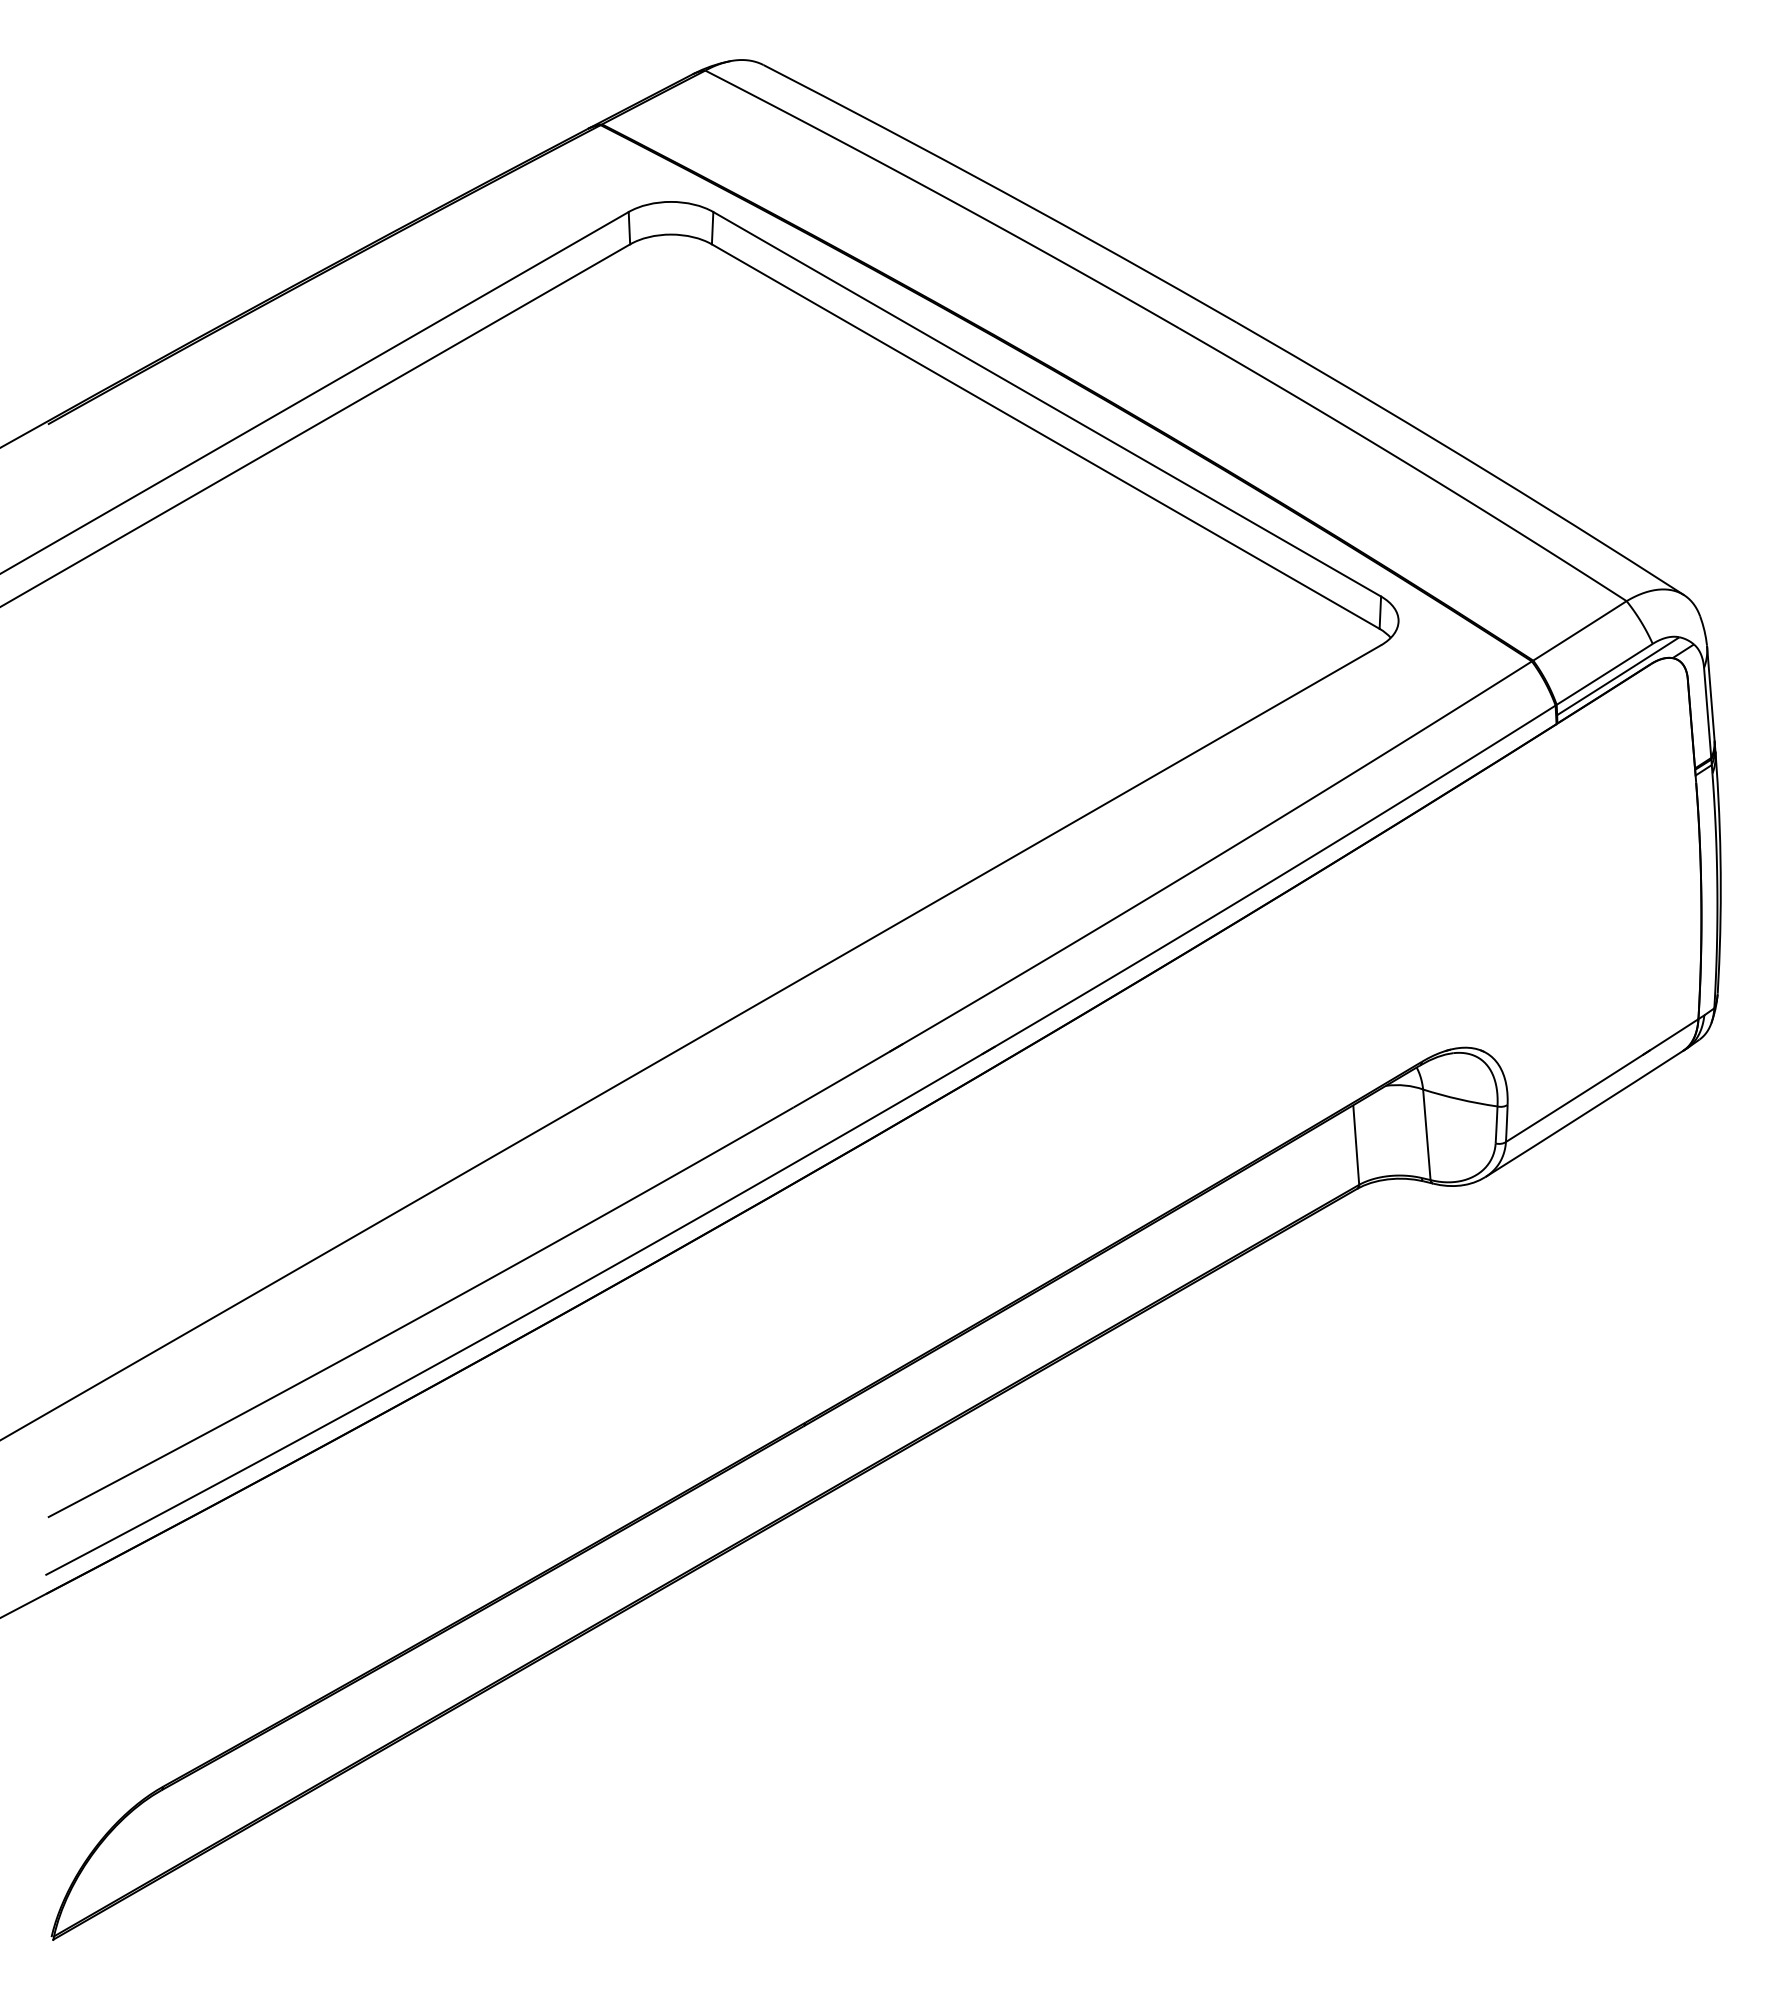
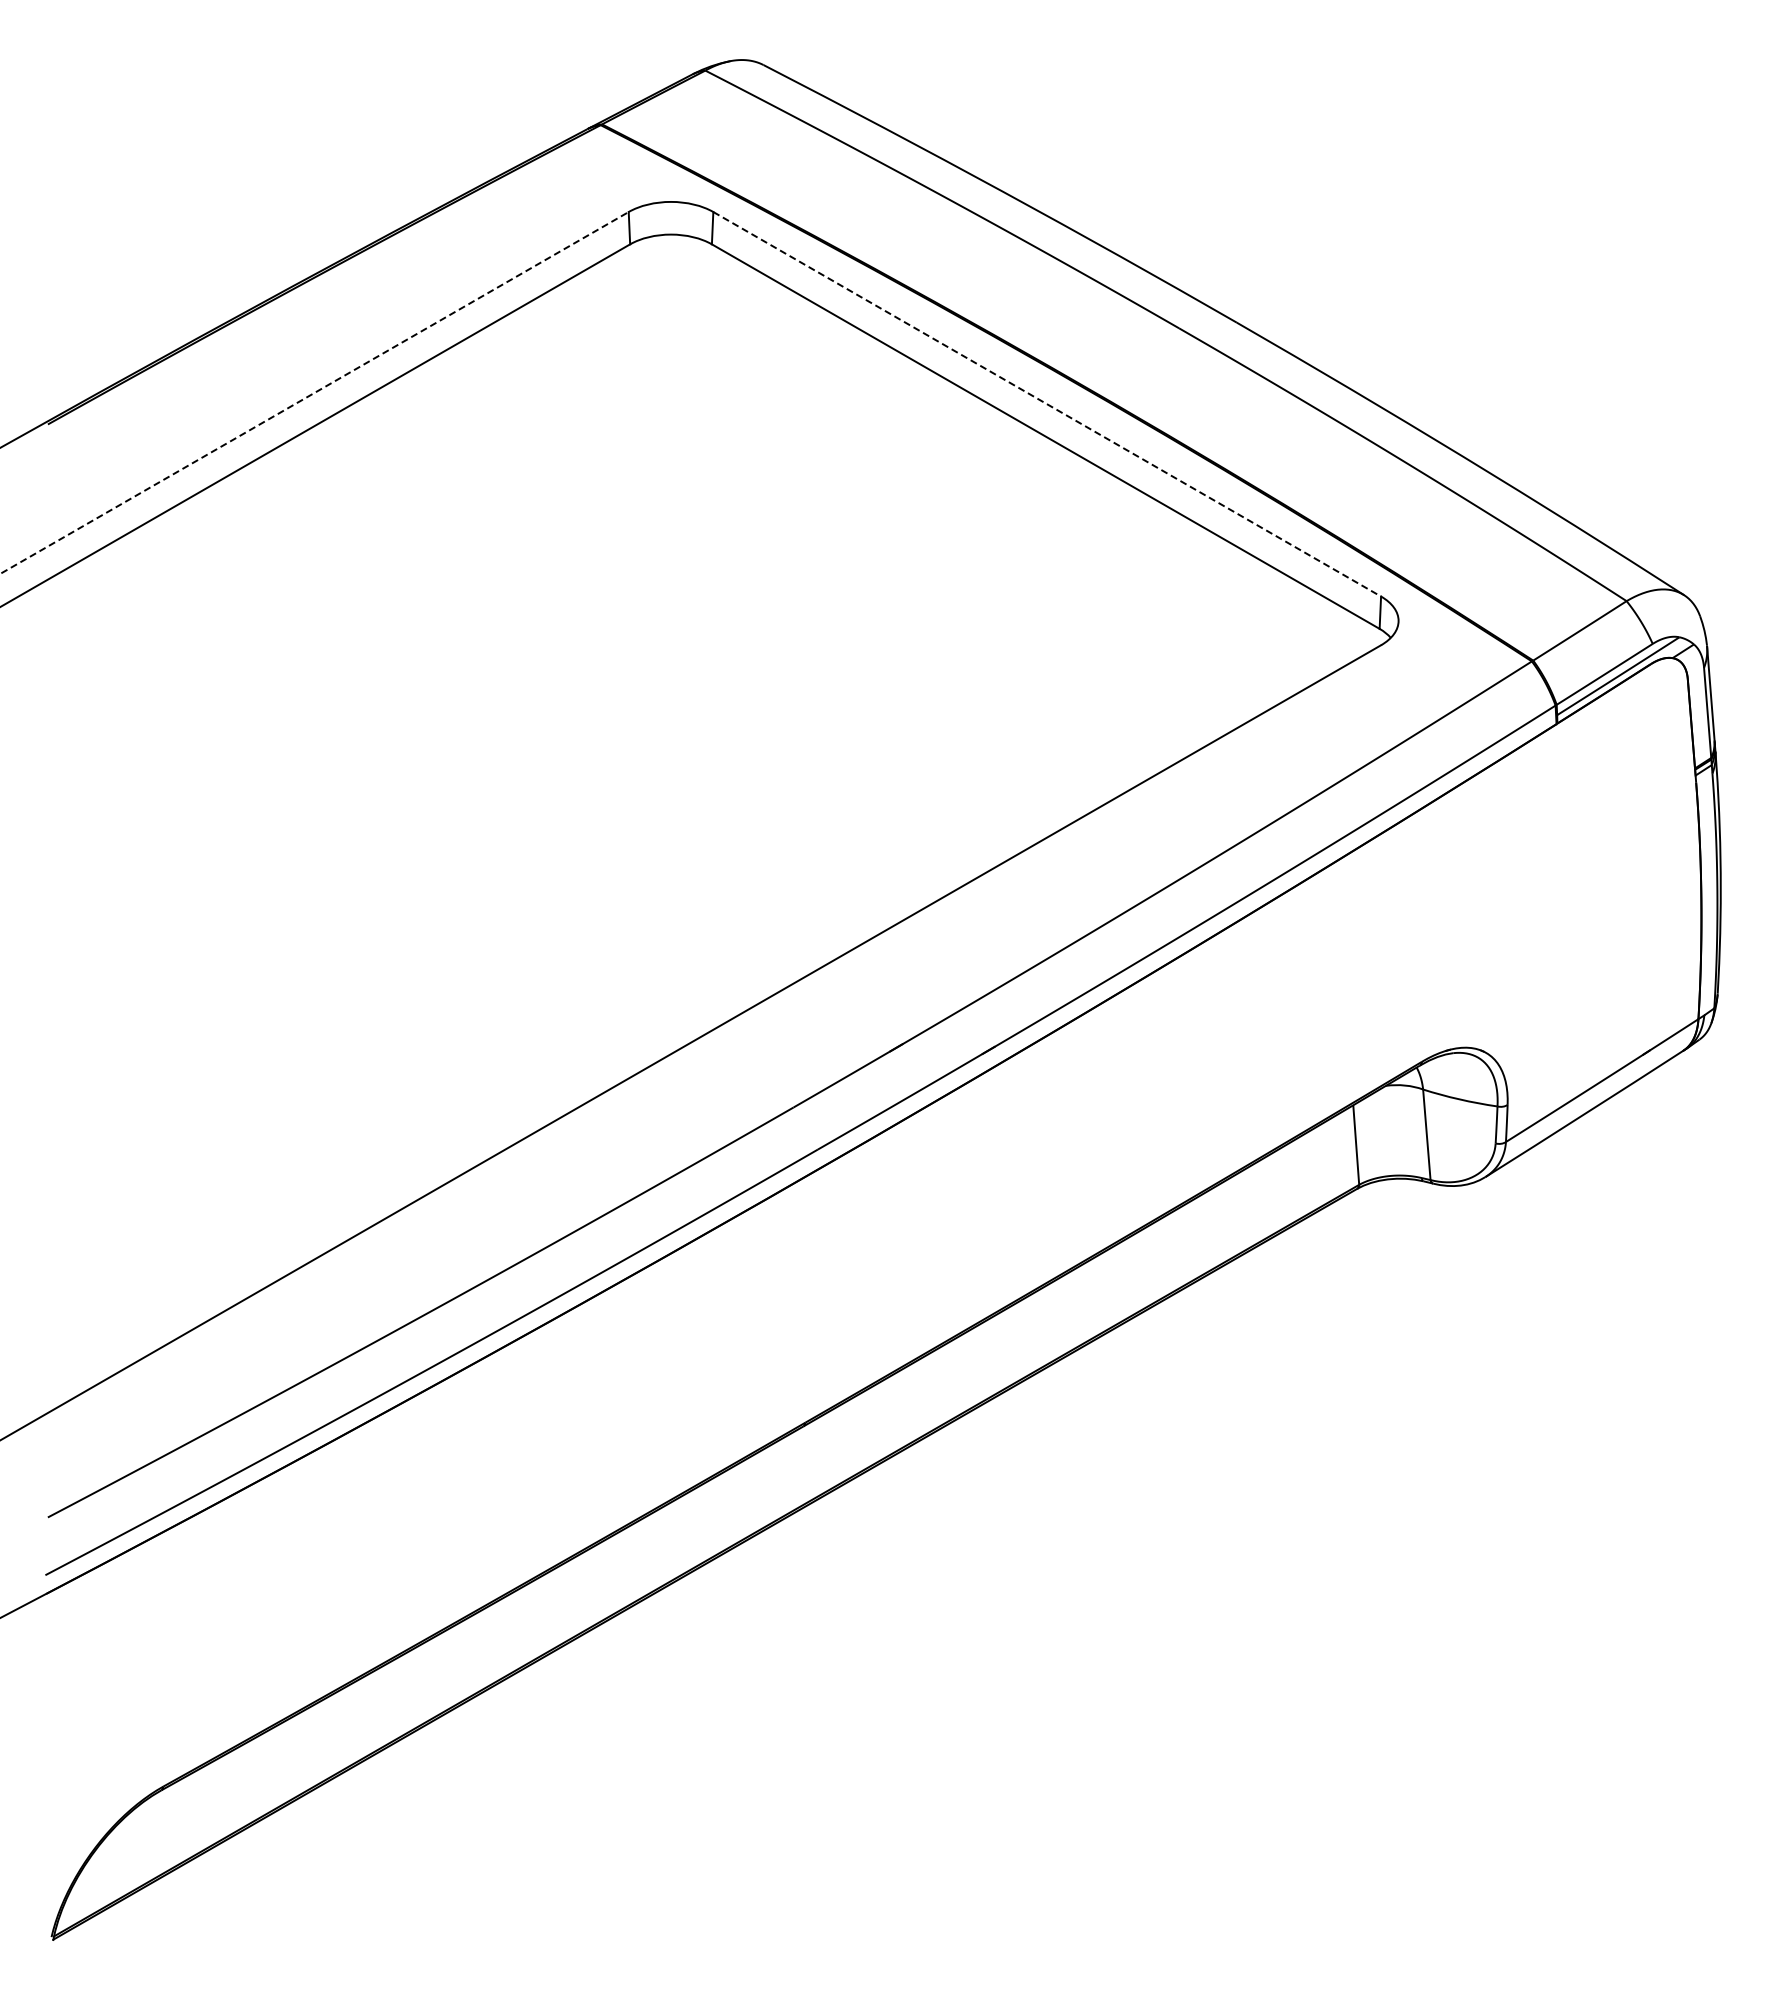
line at (315, 392): solid -> dashed
line at (1047, 404): solid -> dashed
